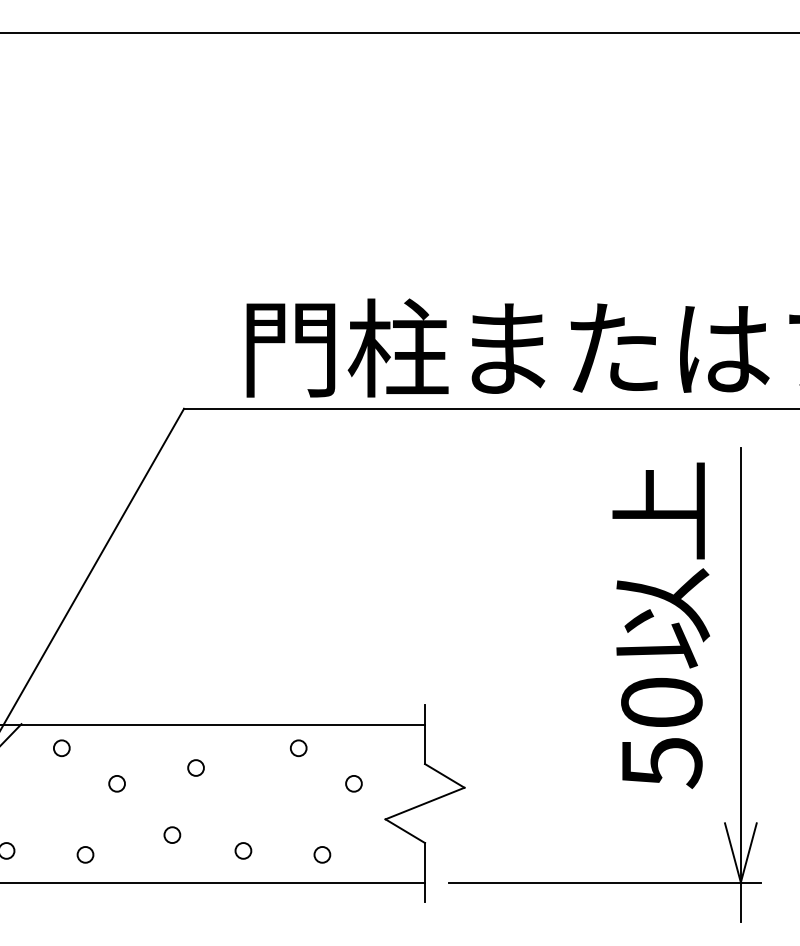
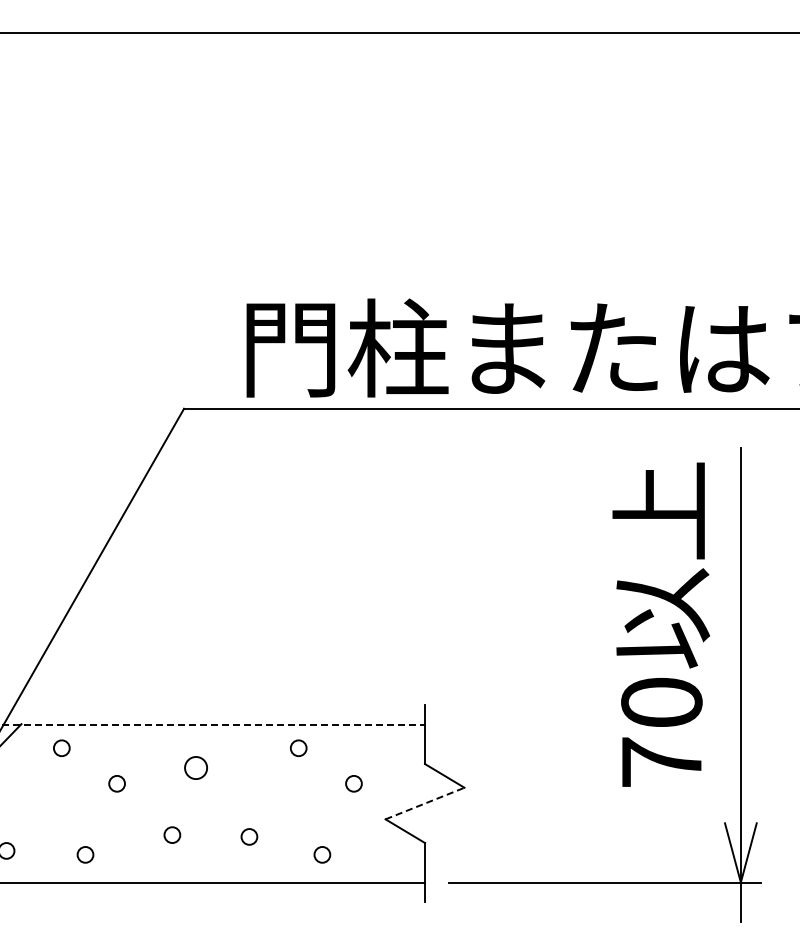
line at (213, 724): solid -> dashed
text at (662, 762): 50 -> 70
circle at (195, 767) size: 18x18 px -> 24x24 px
line at (425, 803): solid -> dashed
circle at (243, 850) position: (243, 850) -> (249, 836)
